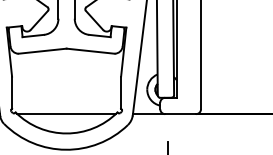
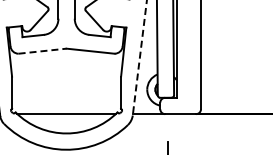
line at (43, 51): solid -> dashed
line at (139, 58): solid -> dashed
